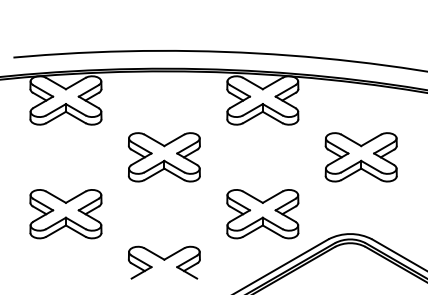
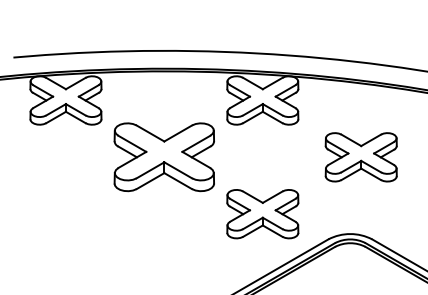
part at (164, 157) size: 73x51 px -> 102x71 px
part at (65, 214): present -> none
part at (164, 262): present -> none
